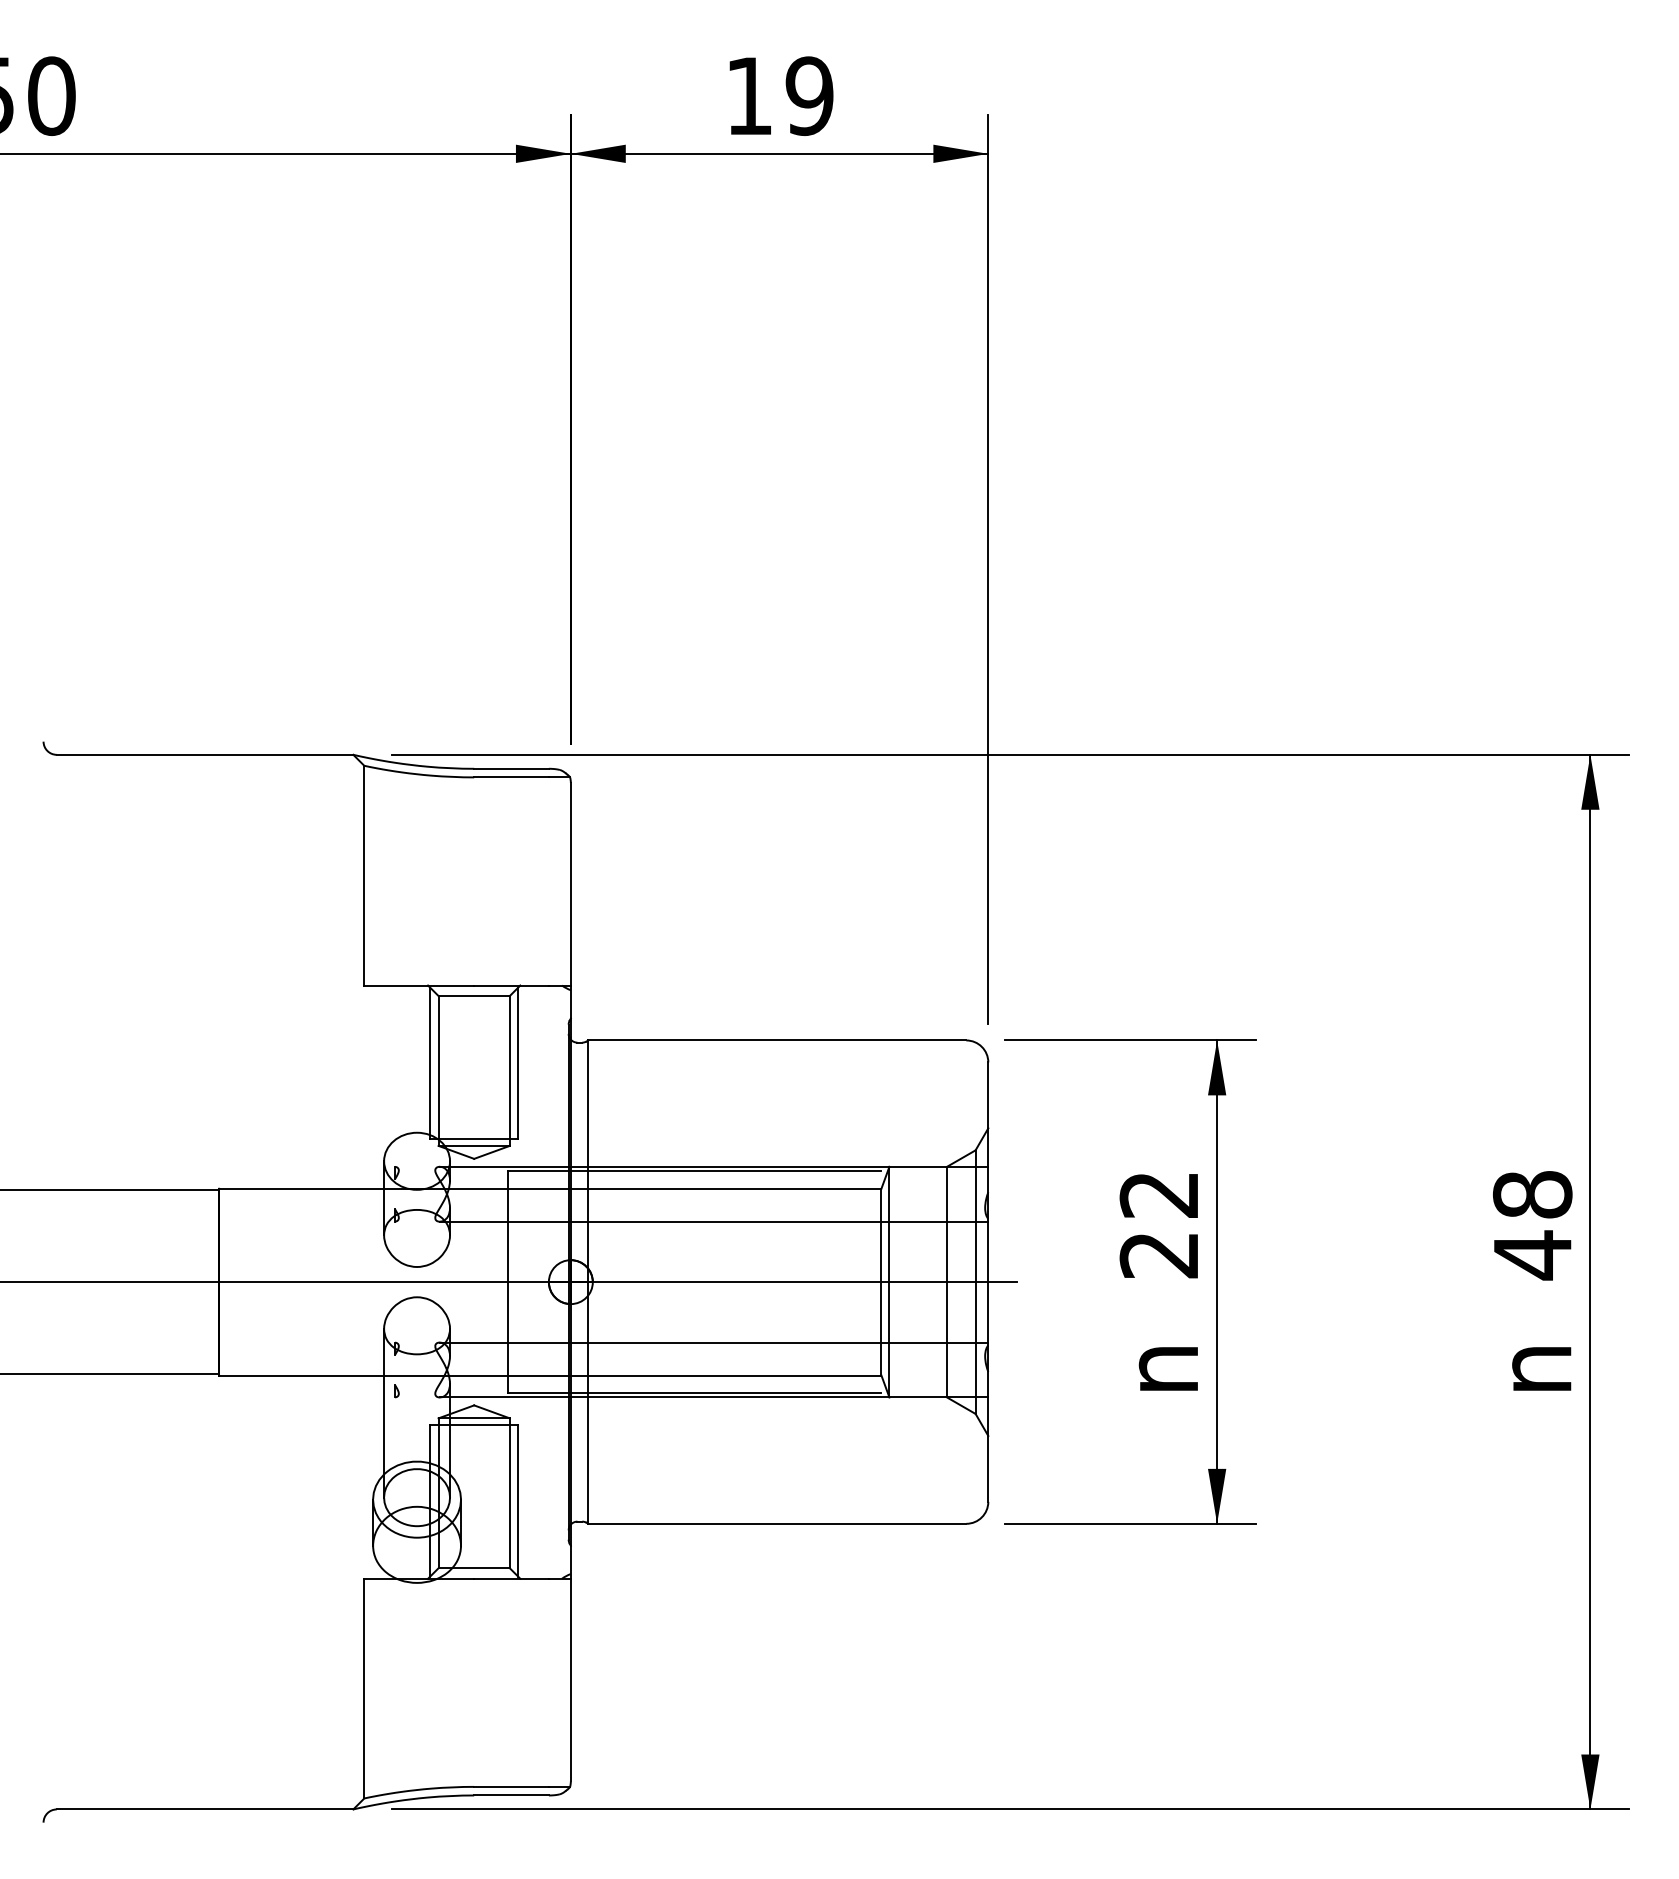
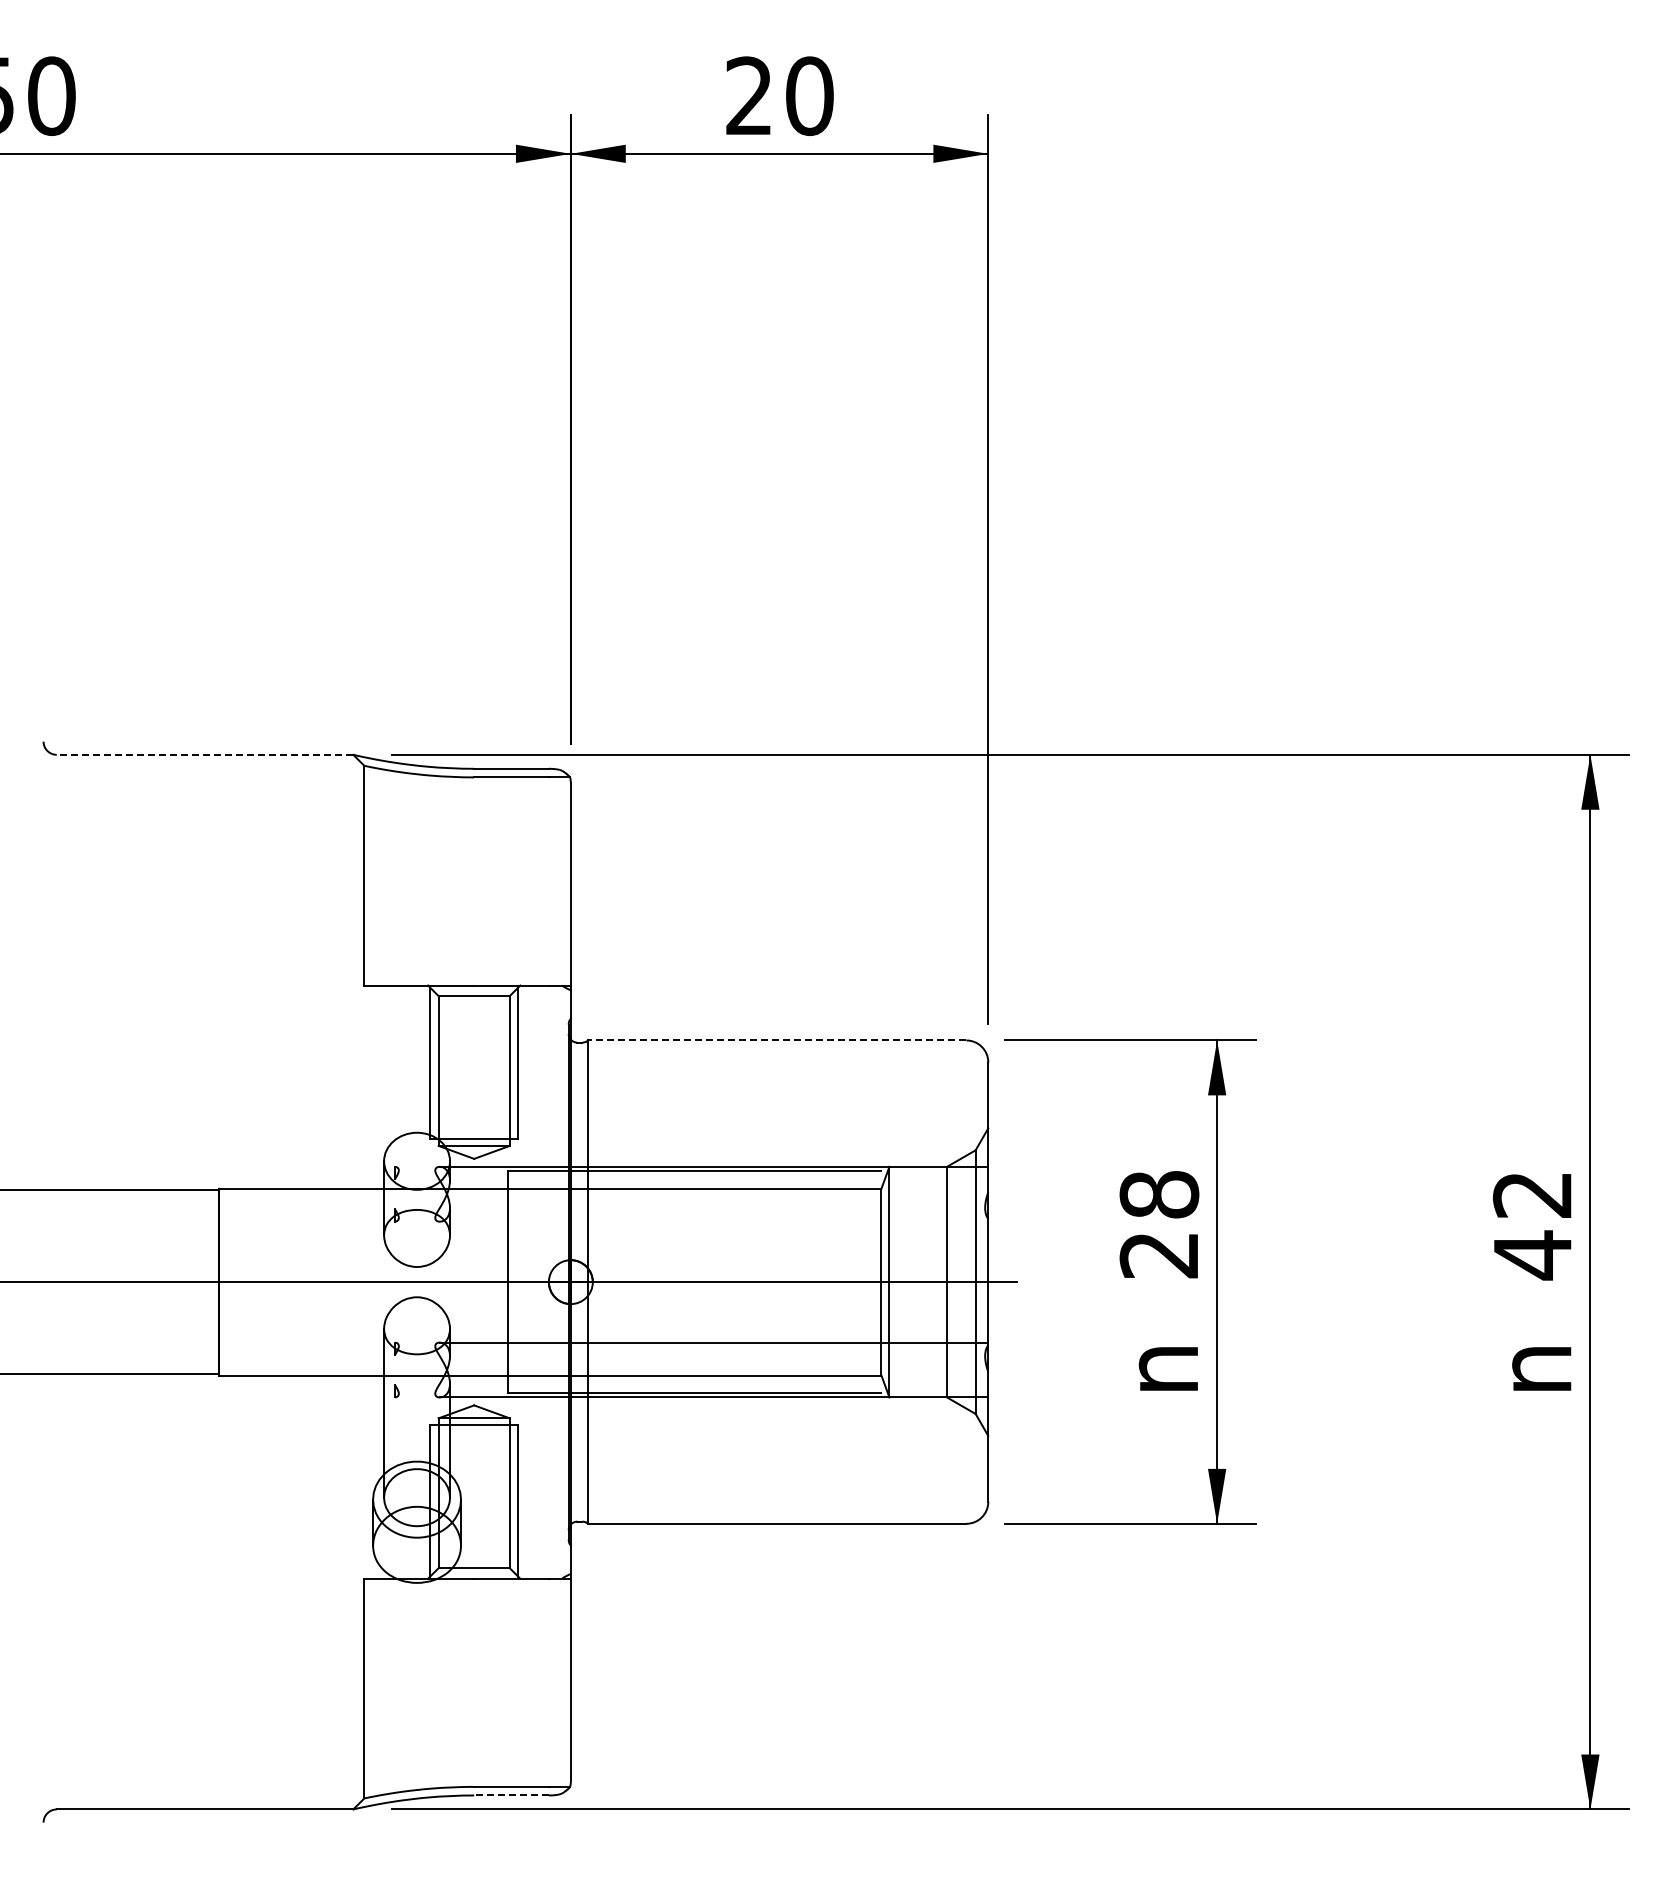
text at (779, 96): 19 -> 20
line at (204, 754): solid -> dashed
line at (777, 1040): solid -> dashed
text at (1159, 1194): 22 -> 28
text at (1532, 1194): 48 -> 42
line at (713, 1221): present -> none
line at (511, 1795): solid -> dashed
